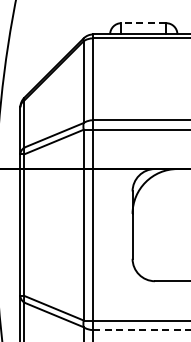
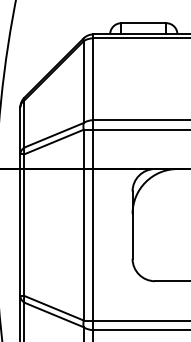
line at (143, 23): dashed -> solid
line at (142, 330): dashed -> solid
